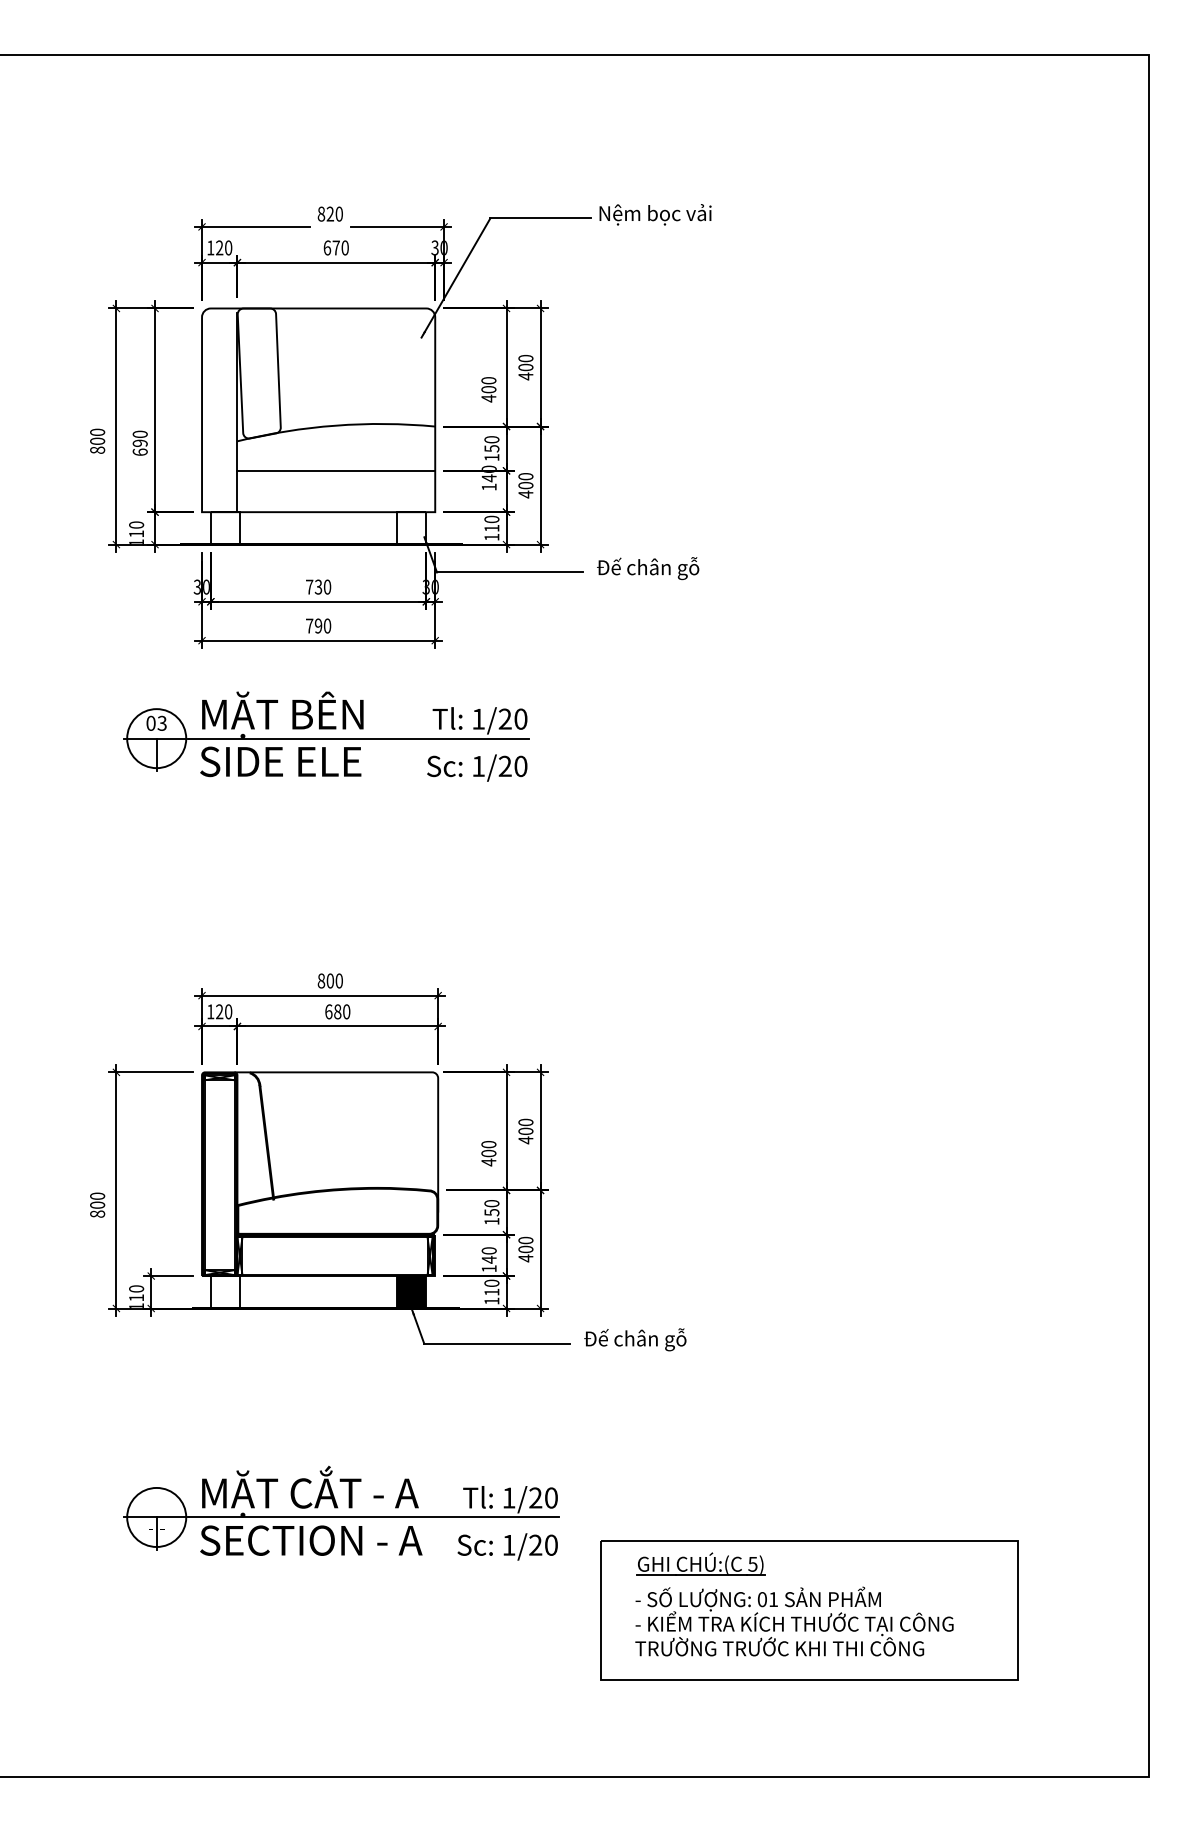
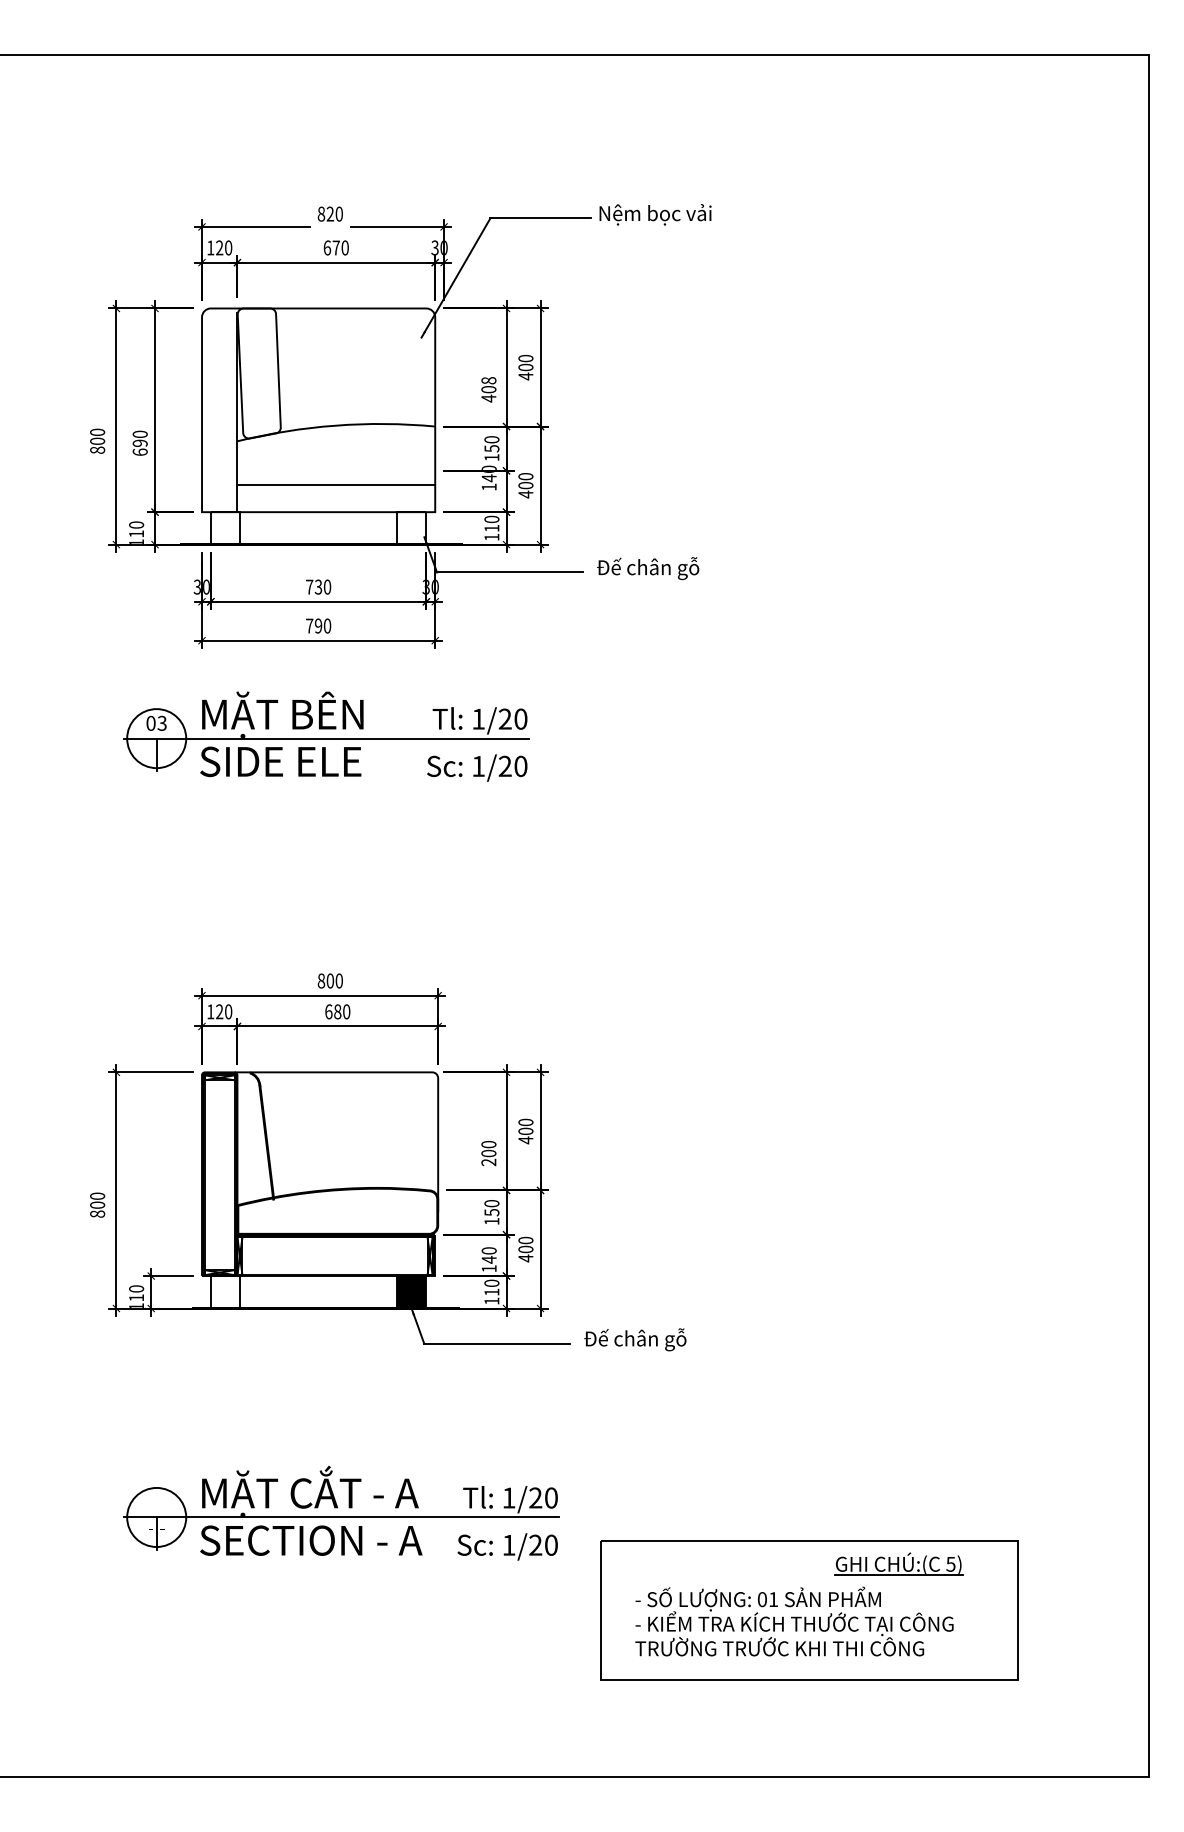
text at (489, 380): 400 -> 408
line at (336, 470) position: (336, 470) -> (336, 484)
text at (488, 1162): 400 -> 200
part at (700, 1563) position: (700, 1563) -> (898, 1563)
